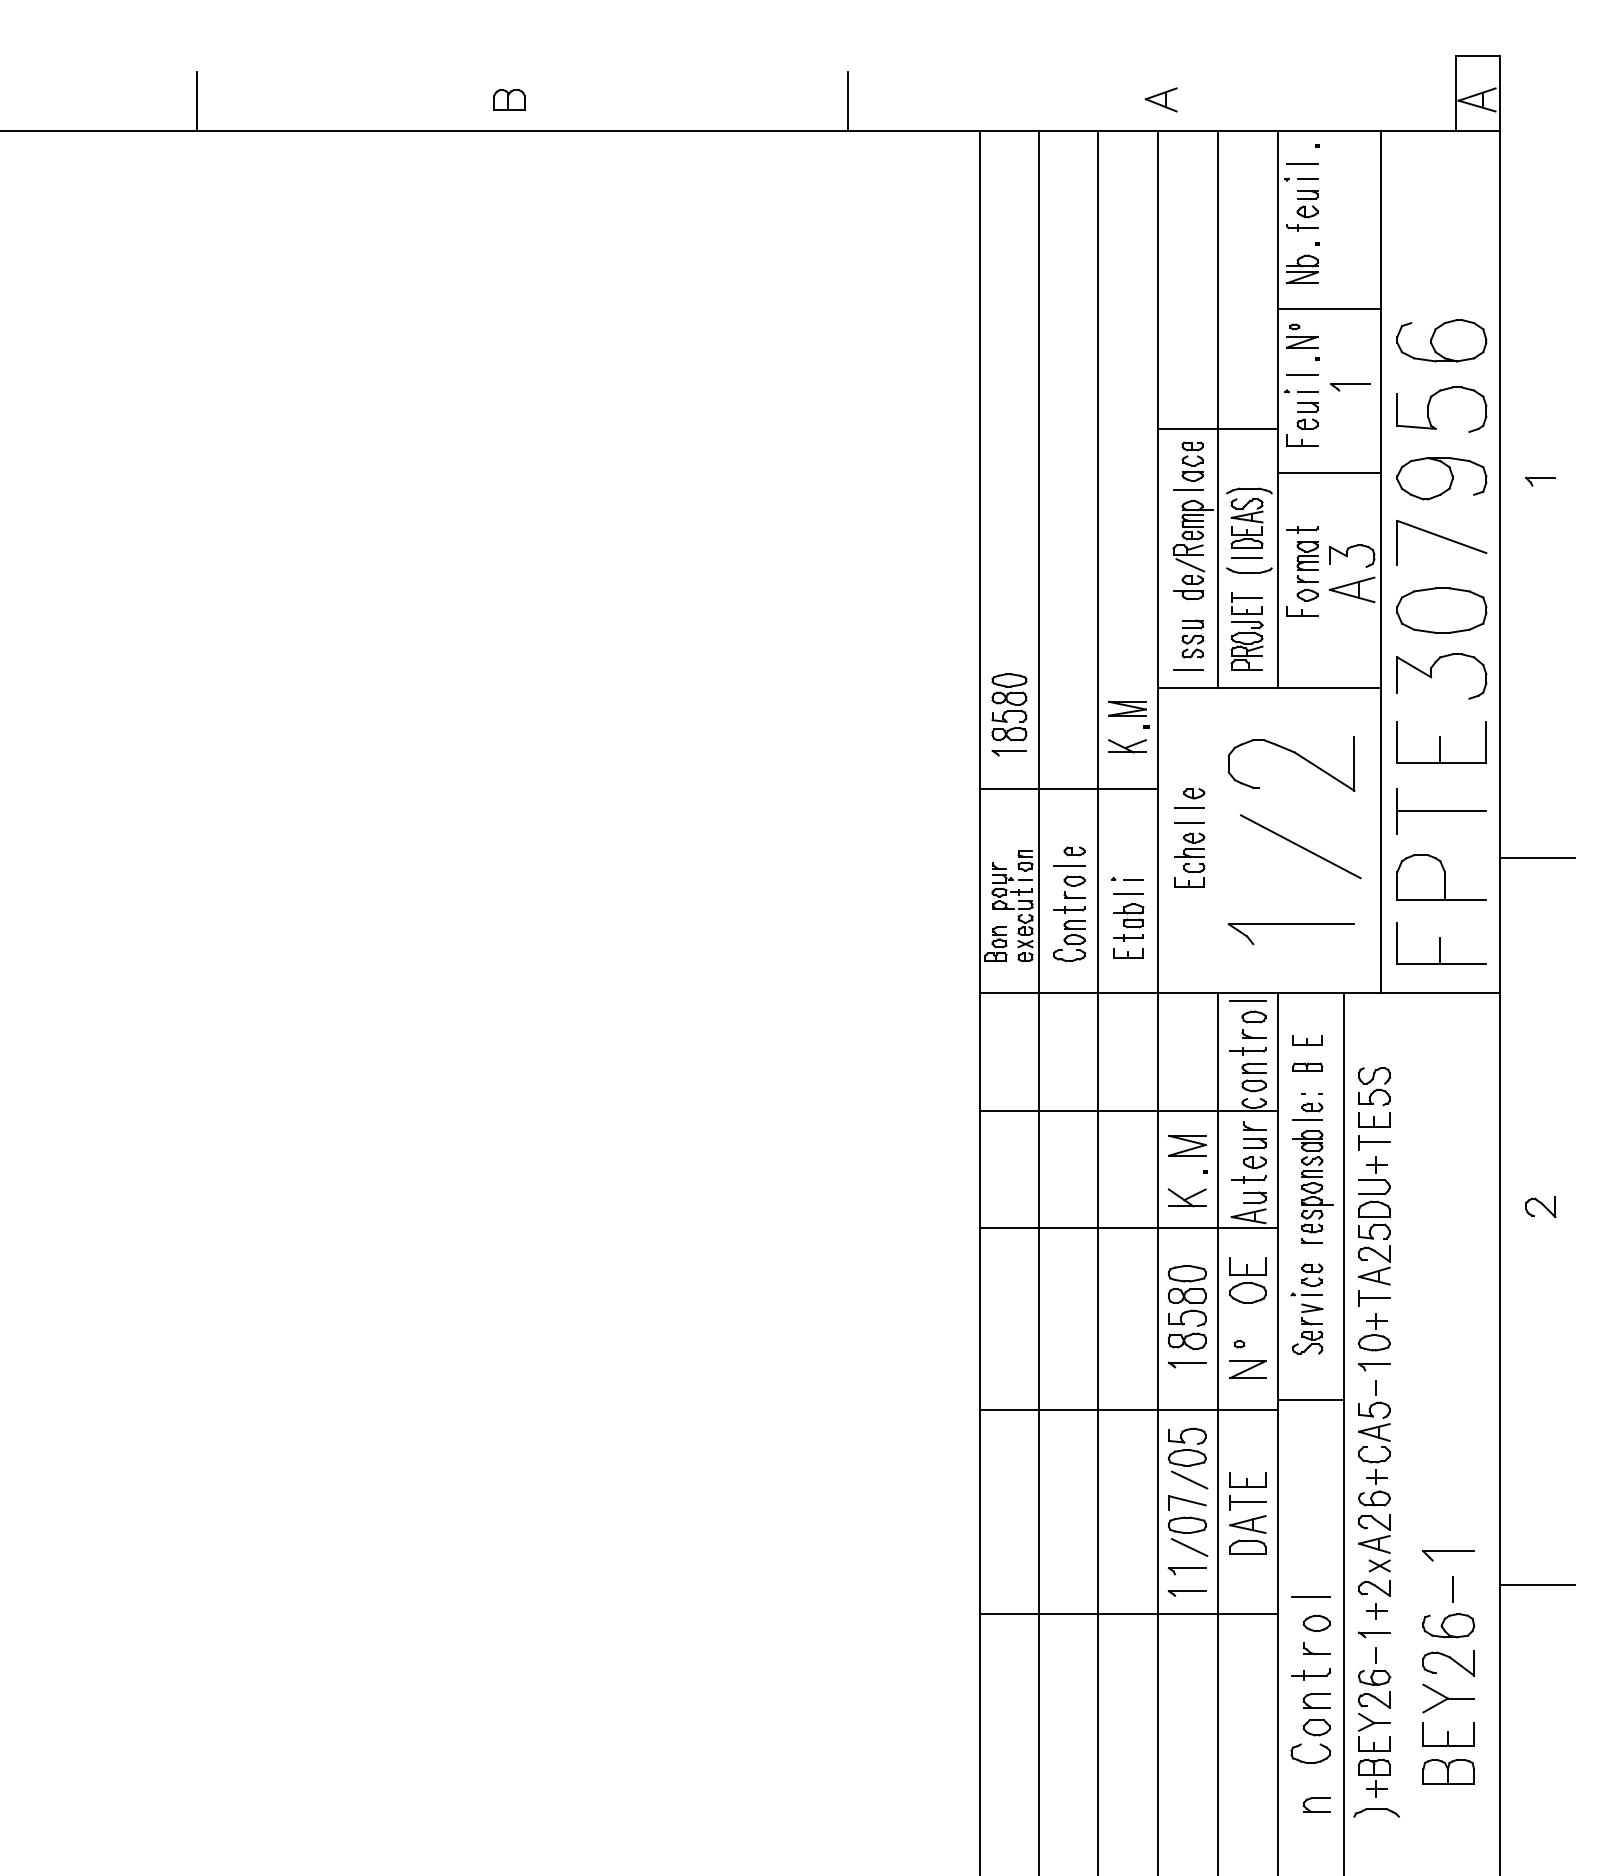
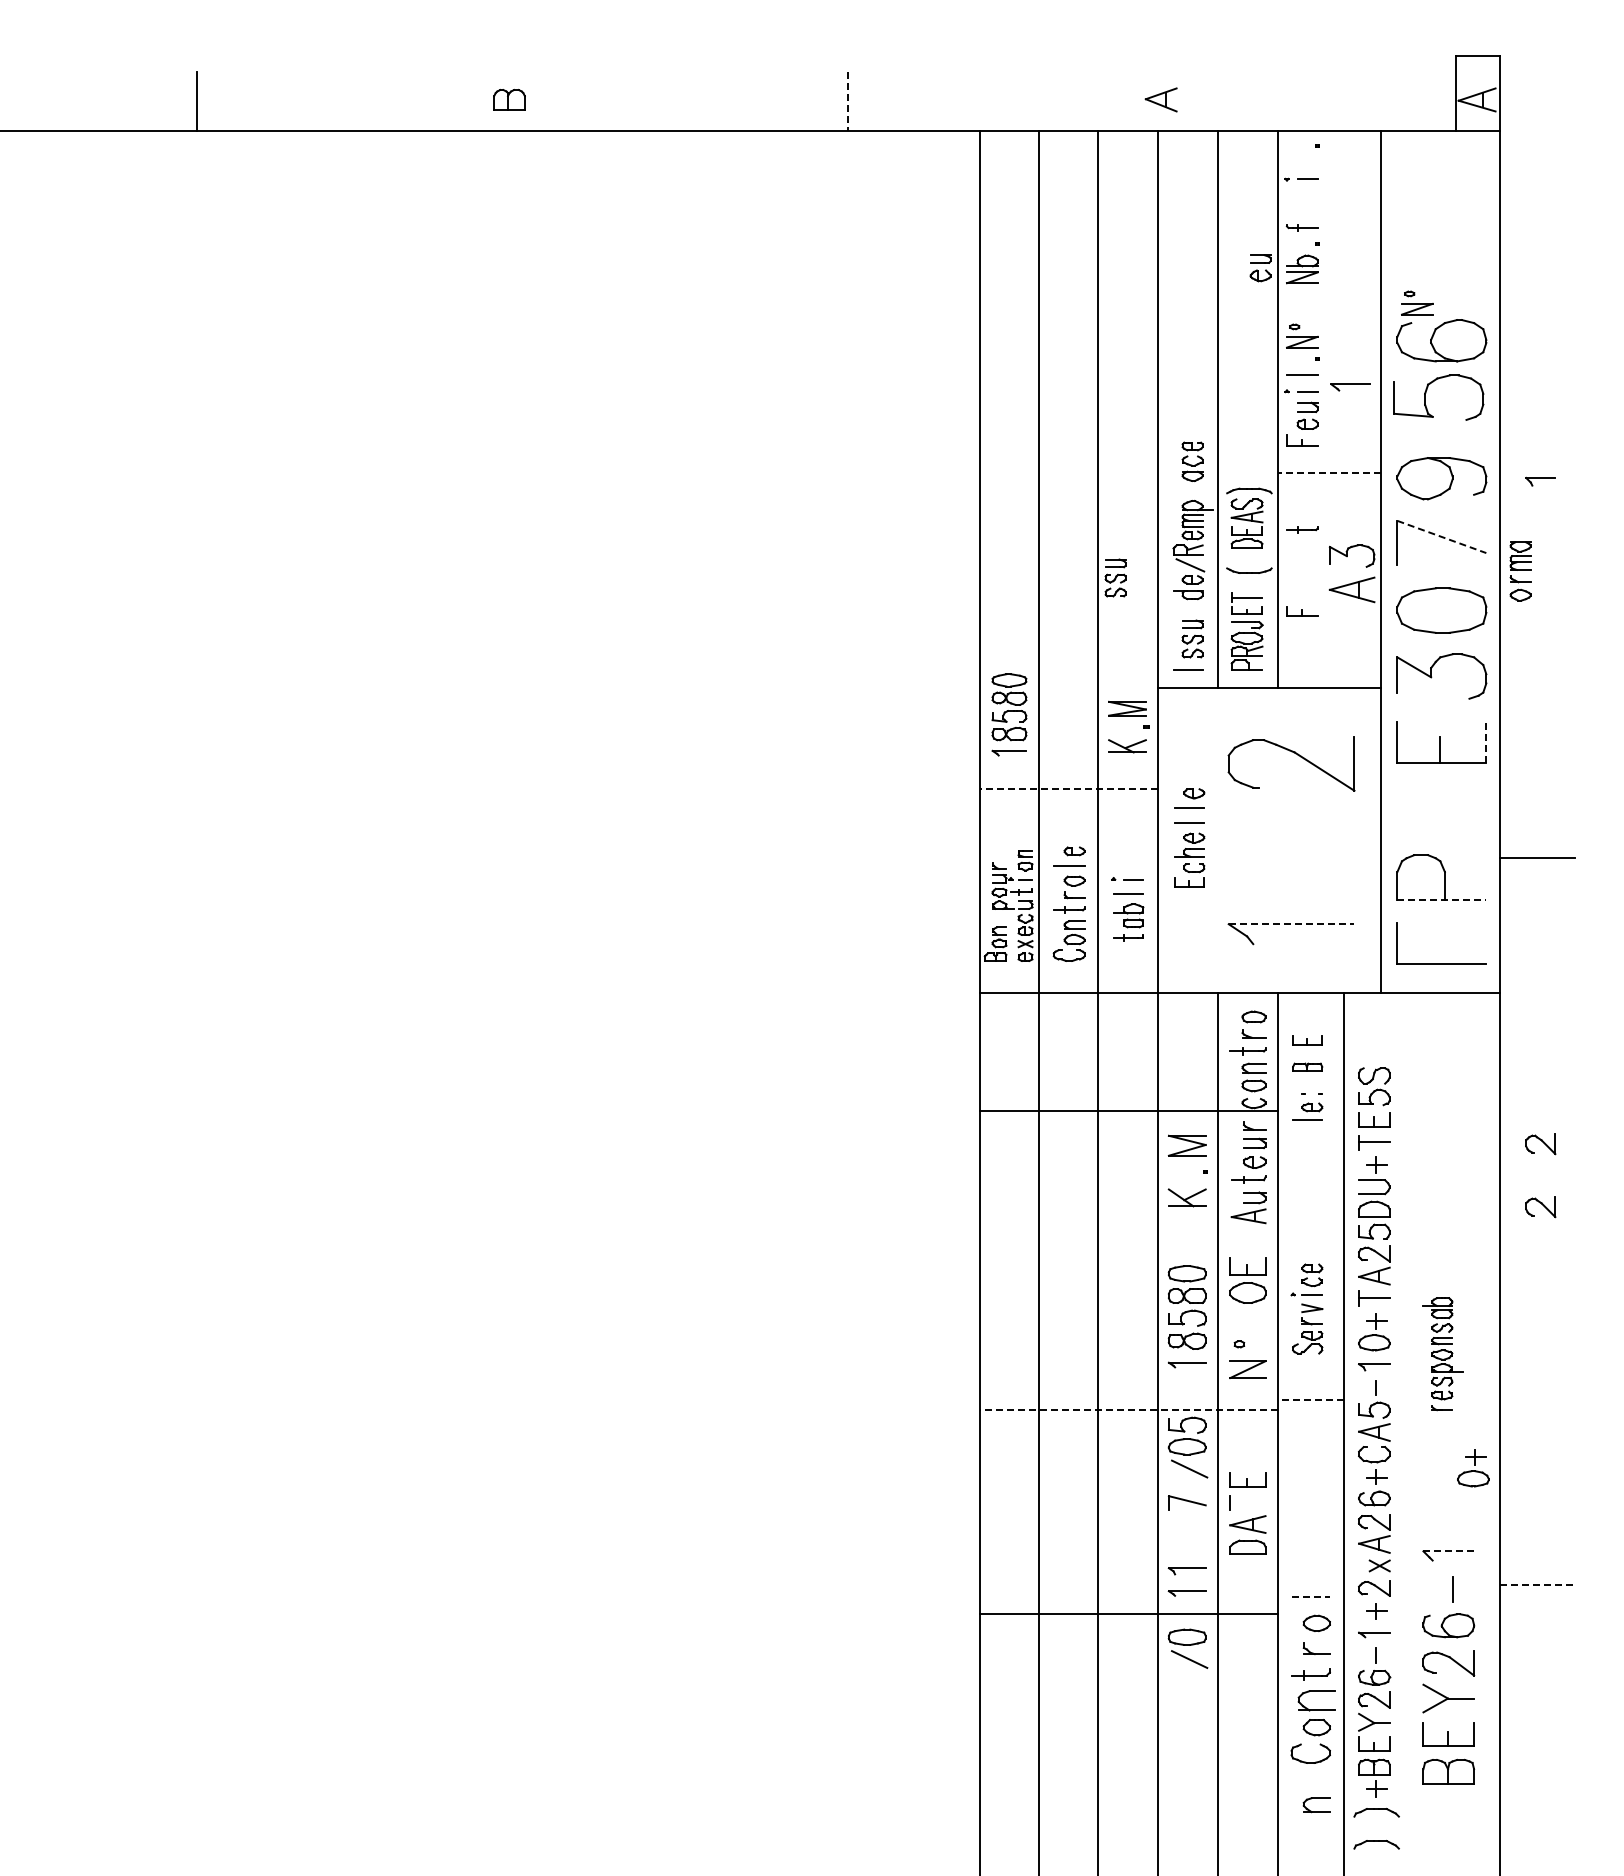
line at (848, 101): solid -> dashed
line at (1302, 163): present -> none
part at (1307, 204) position: (1307, 204) -> (1260, 268)
part at (1417, 302): none -> present
line at (1328, 309): present -> none
part at (1429, 405) position: (1429, 405) -> (1426, 393)
line at (1217, 428): present -> none
line at (1328, 473): solid -> dashed
line at (1187, 490): present -> none
line at (1442, 537): solid -> dashed
line at (1246, 557): present -> none
part at (1307, 571) position: (1307, 571) -> (1520, 571)
part at (1115, 577): none -> present
line at (1486, 742): solid -> dashed
line at (1069, 789): solid -> dashed
part at (1441, 811): present -> none
line at (1300, 846): present -> none
line at (1442, 899): solid -> dashed
line at (1291, 924): solid -> dashed
line at (1440, 950): present -> none
part at (1128, 953): present -> none
line at (1247, 1000): present -> none
part at (1540, 1144): none -> present
part at (1312, 1187) position: (1312, 1187) -> (1442, 1354)
line at (1128, 1227): present -> none
line at (1310, 1399): solid -> dashed
line at (1129, 1410): solid -> dashed
part at (1187, 1458) position: (1187, 1458) -> (1187, 1447)
part at (1473, 1468): none -> present
line at (1247, 1502): present -> none
part at (1187, 1536) position: (1187, 1536) -> (1187, 1648)
line at (1449, 1551): solid -> dashed
line at (1537, 1585): solid -> dashed
line at (1311, 1597): solid -> dashed
part at (1316, 1700) size: 29x16 px -> 39x22 px
part at (1376, 1844): none -> present
